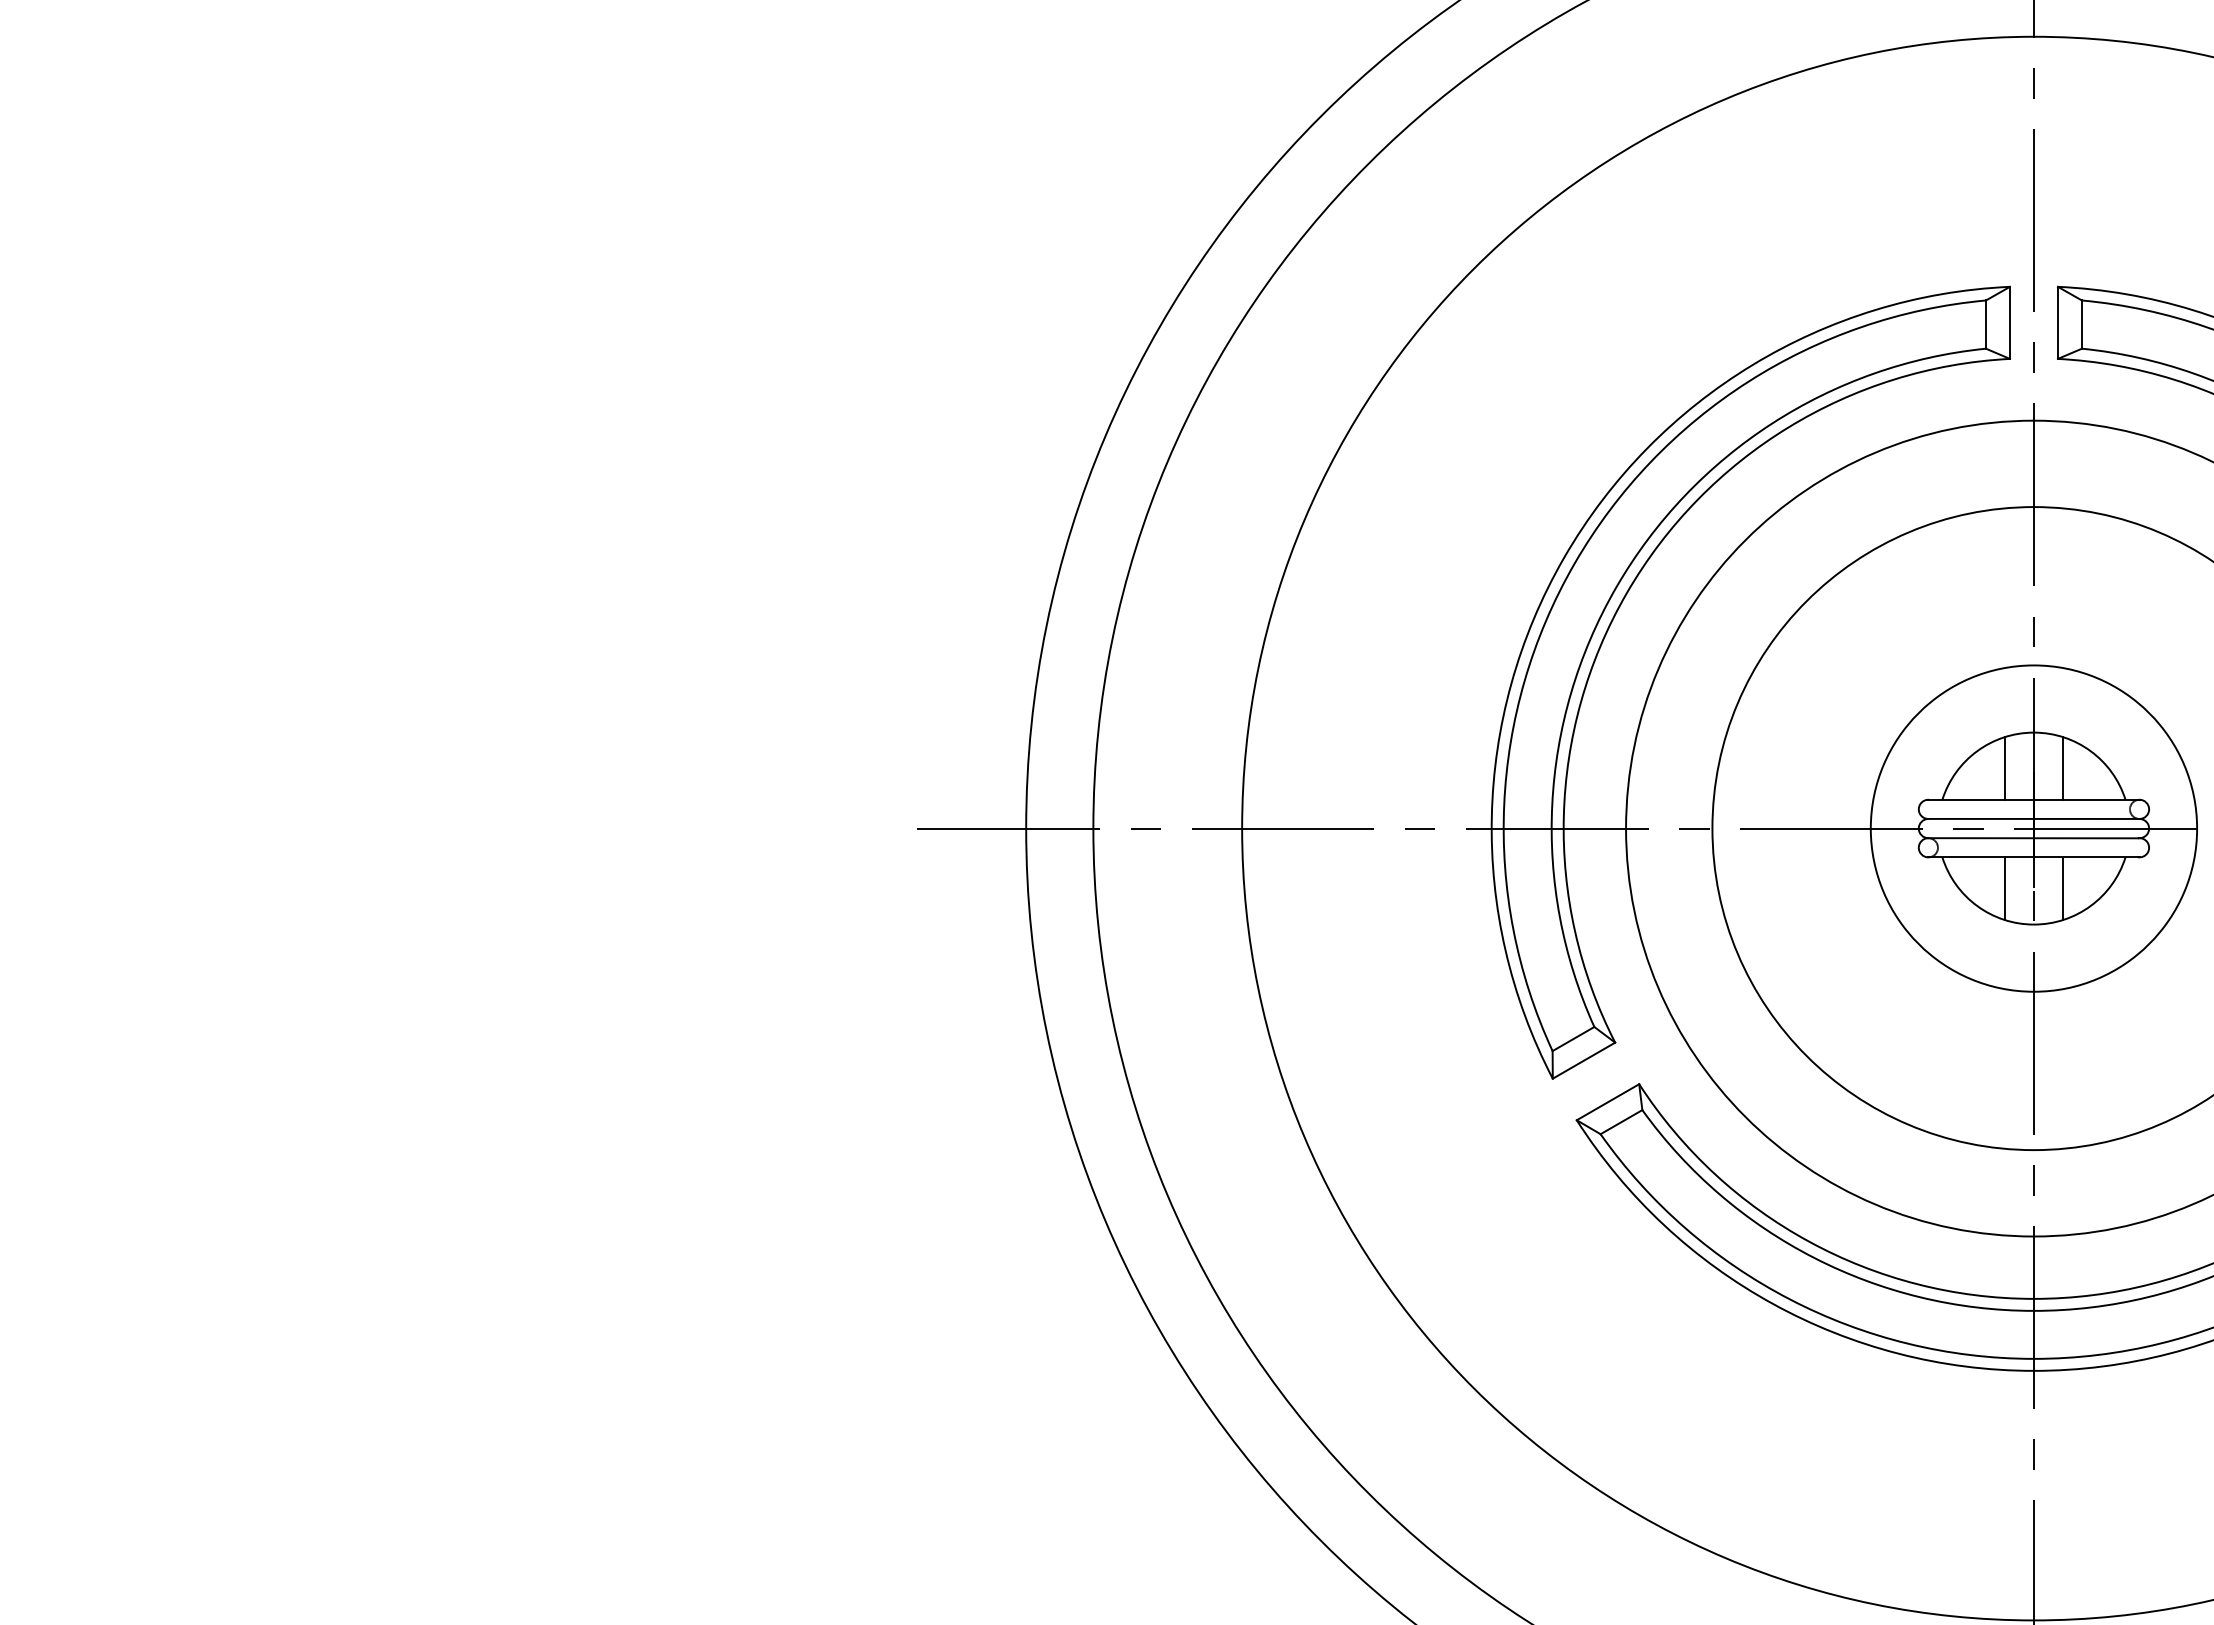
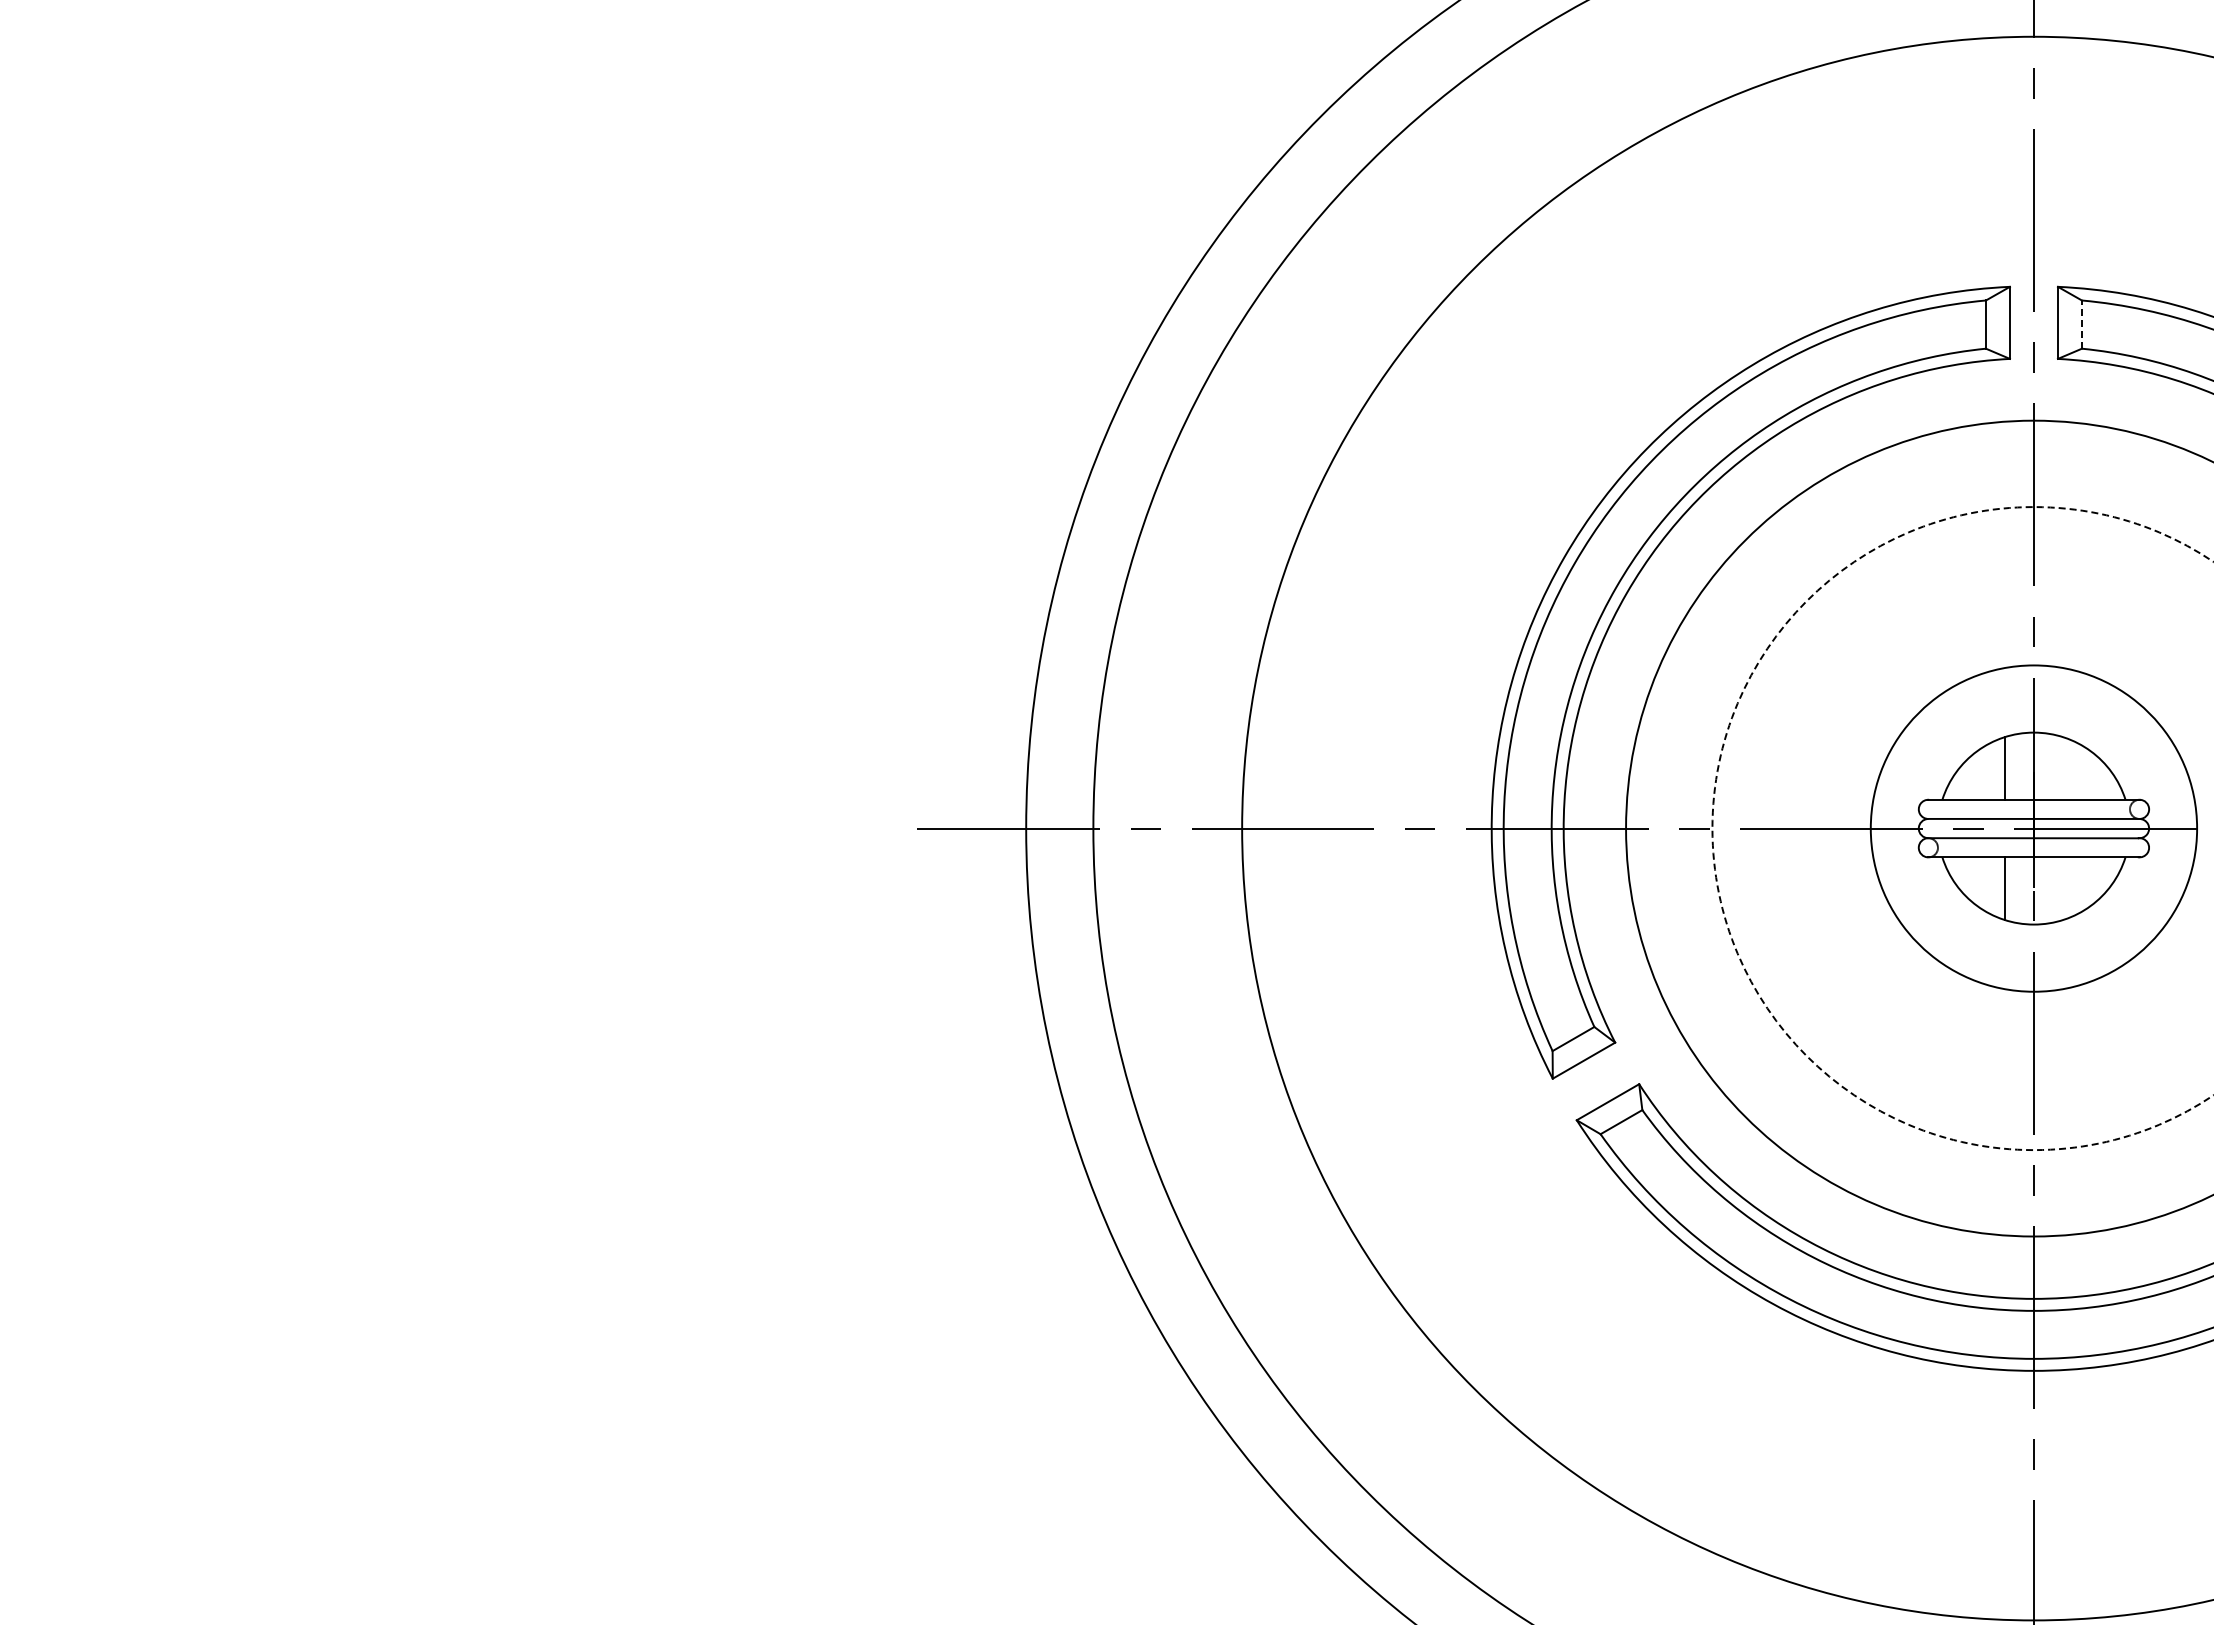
line at (2081, 324): solid -> dashed
line at (2062, 768): present -> none
circle at (1962, 828): solid -> dashed
line at (2062, 888): present -> none
